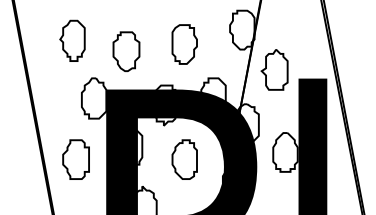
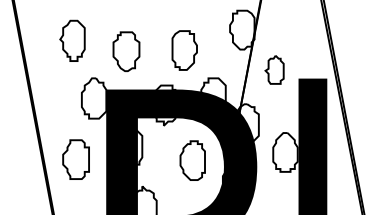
part at (184, 44) position: (184, 44) -> (184, 50)
part at (274, 69) size: 29x42 px -> 21x30 px
part at (184, 159) position: (184, 159) -> (192, 160)
